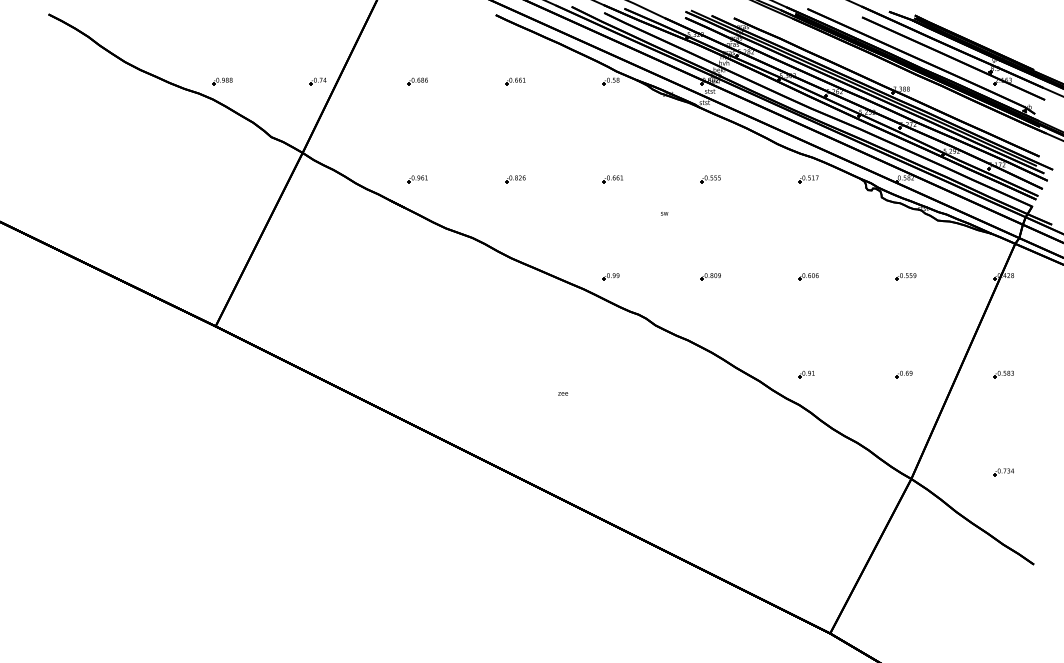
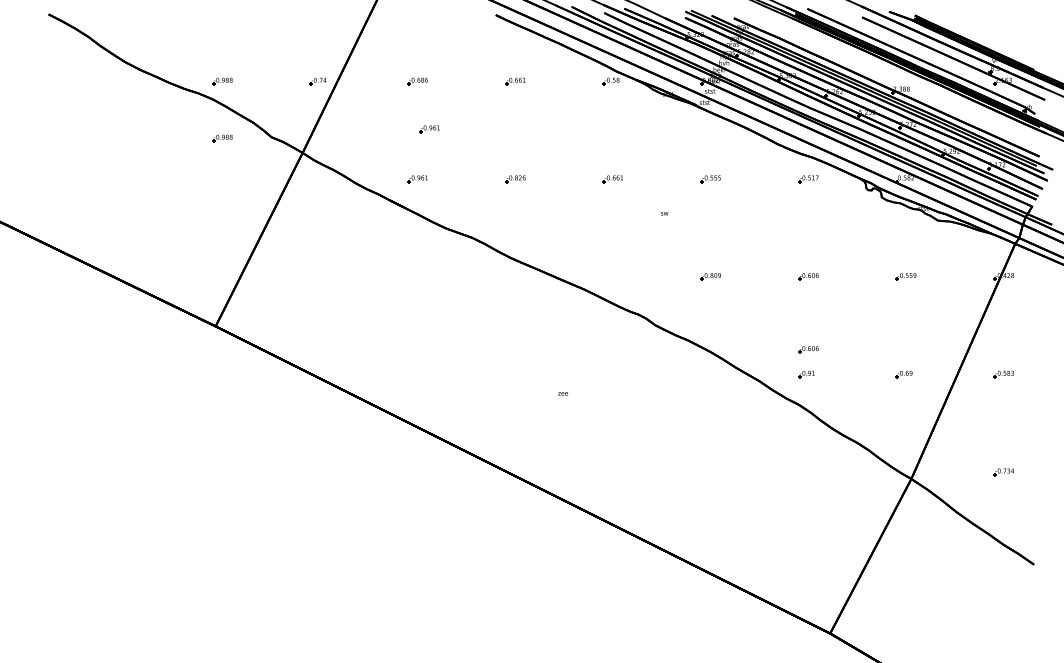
part at (429, 129): none -> present
part at (222, 138): none -> present
part at (610, 276): present -> none
part at (808, 349): none -> present
